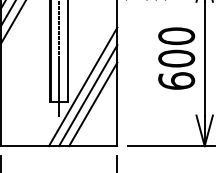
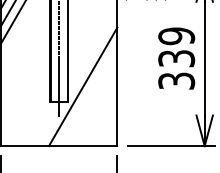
text at (176, 58): 600 -> 339
line at (88, 95): present -> none
line at (93, 104): present -> none
